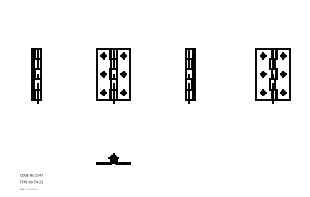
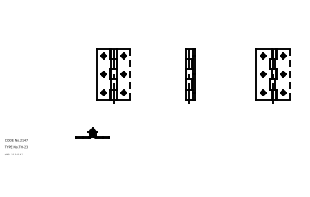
line at (130, 73): solid -> dashed
line at (290, 73): solid -> dashed
part at (36, 75): present -> none
part at (113, 158) position: (113, 158) -> (92, 132)
text at (31, 181) position: (31, 181) -> (16, 146)
